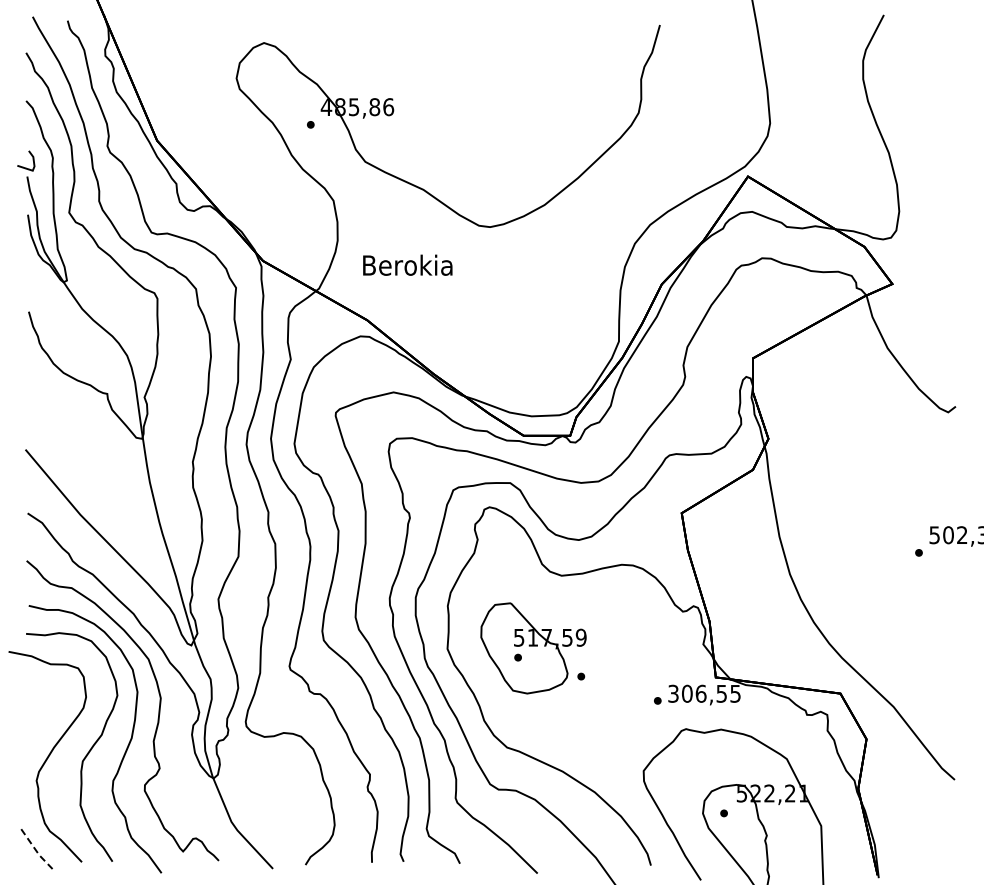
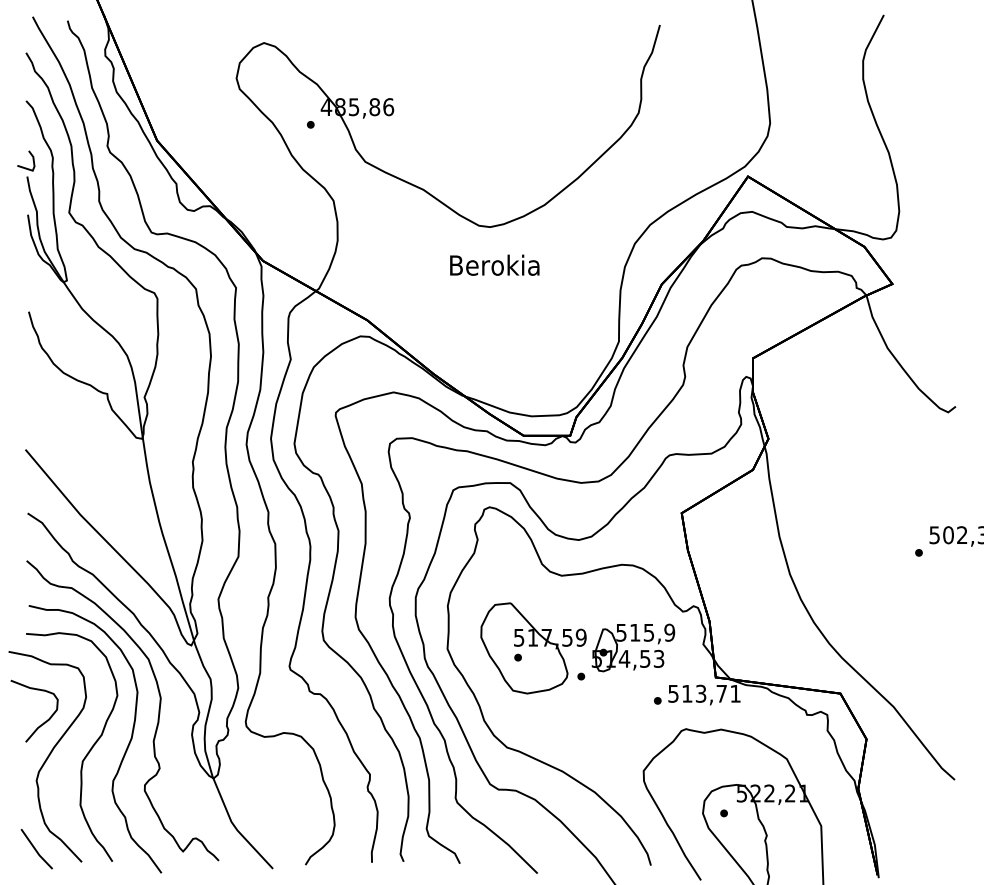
text at (407, 264) position: (407, 264) -> (494, 264)
part at (633, 647): none -> present
text at (704, 693): 306,55 -> 513,71
curve at (44, 721): none -> present
line at (36, 850): dashed -> solid
